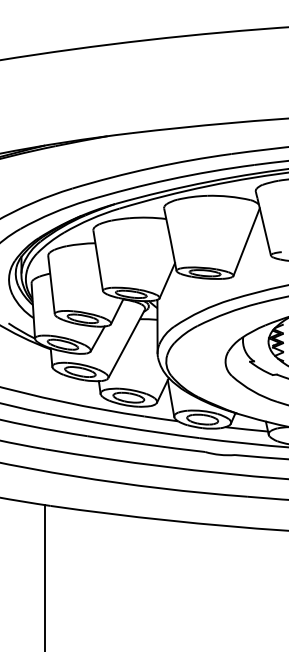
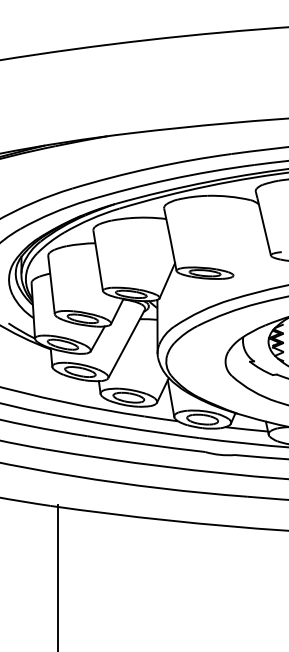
line at (246, 242): present -> none
line at (45, 576) position: (45, 576) -> (58, 576)
